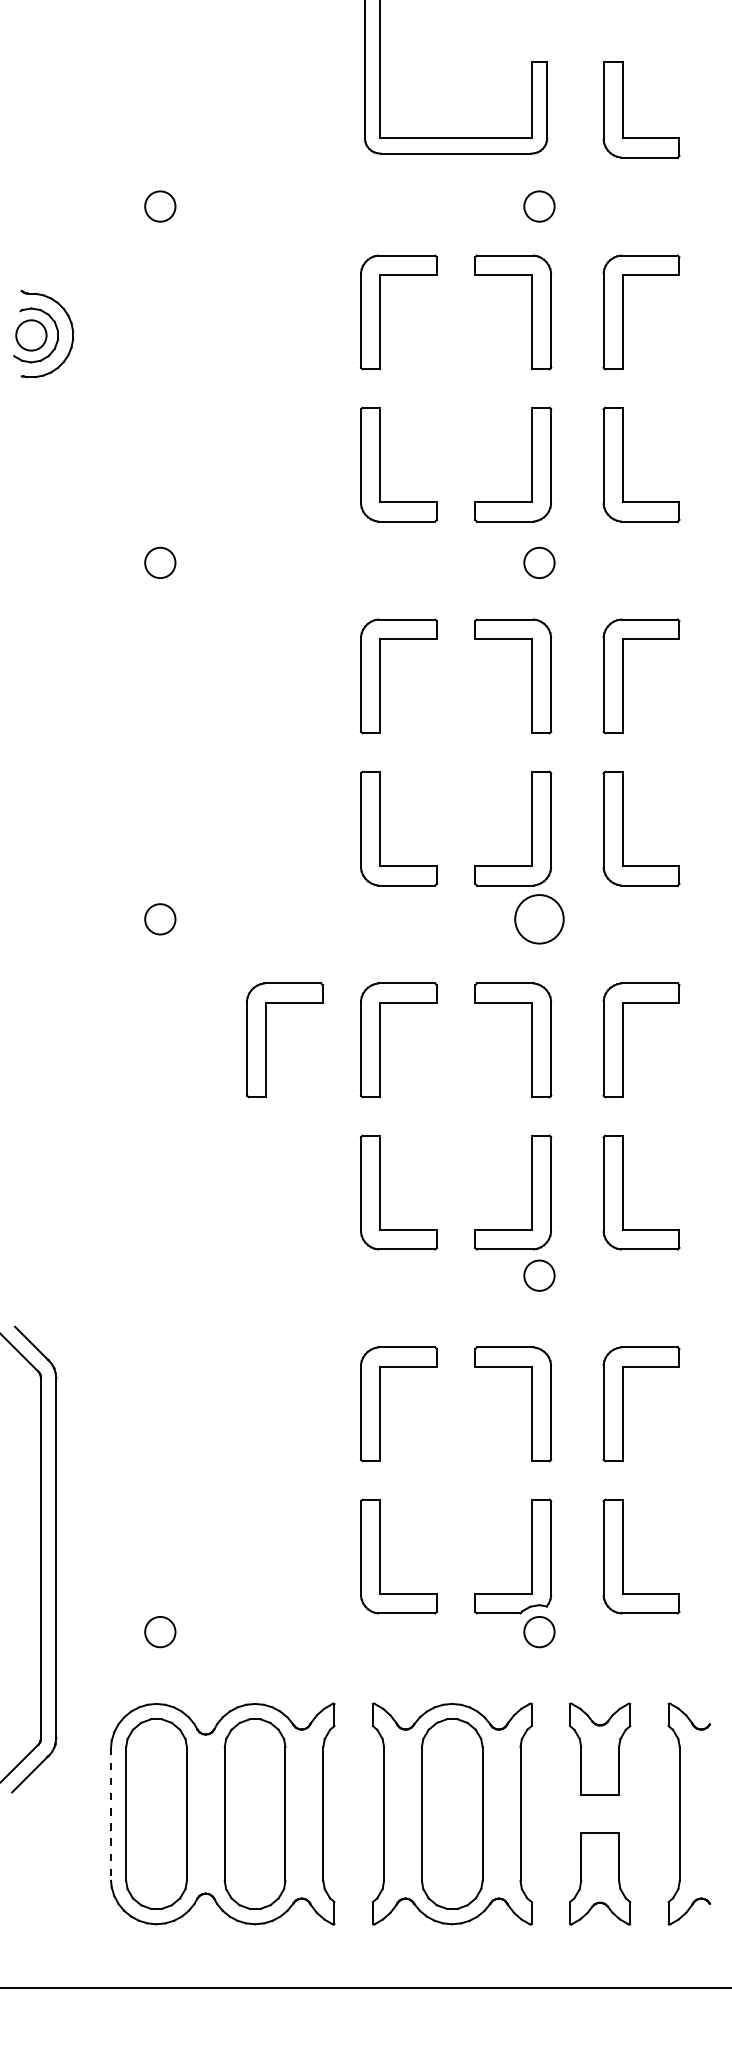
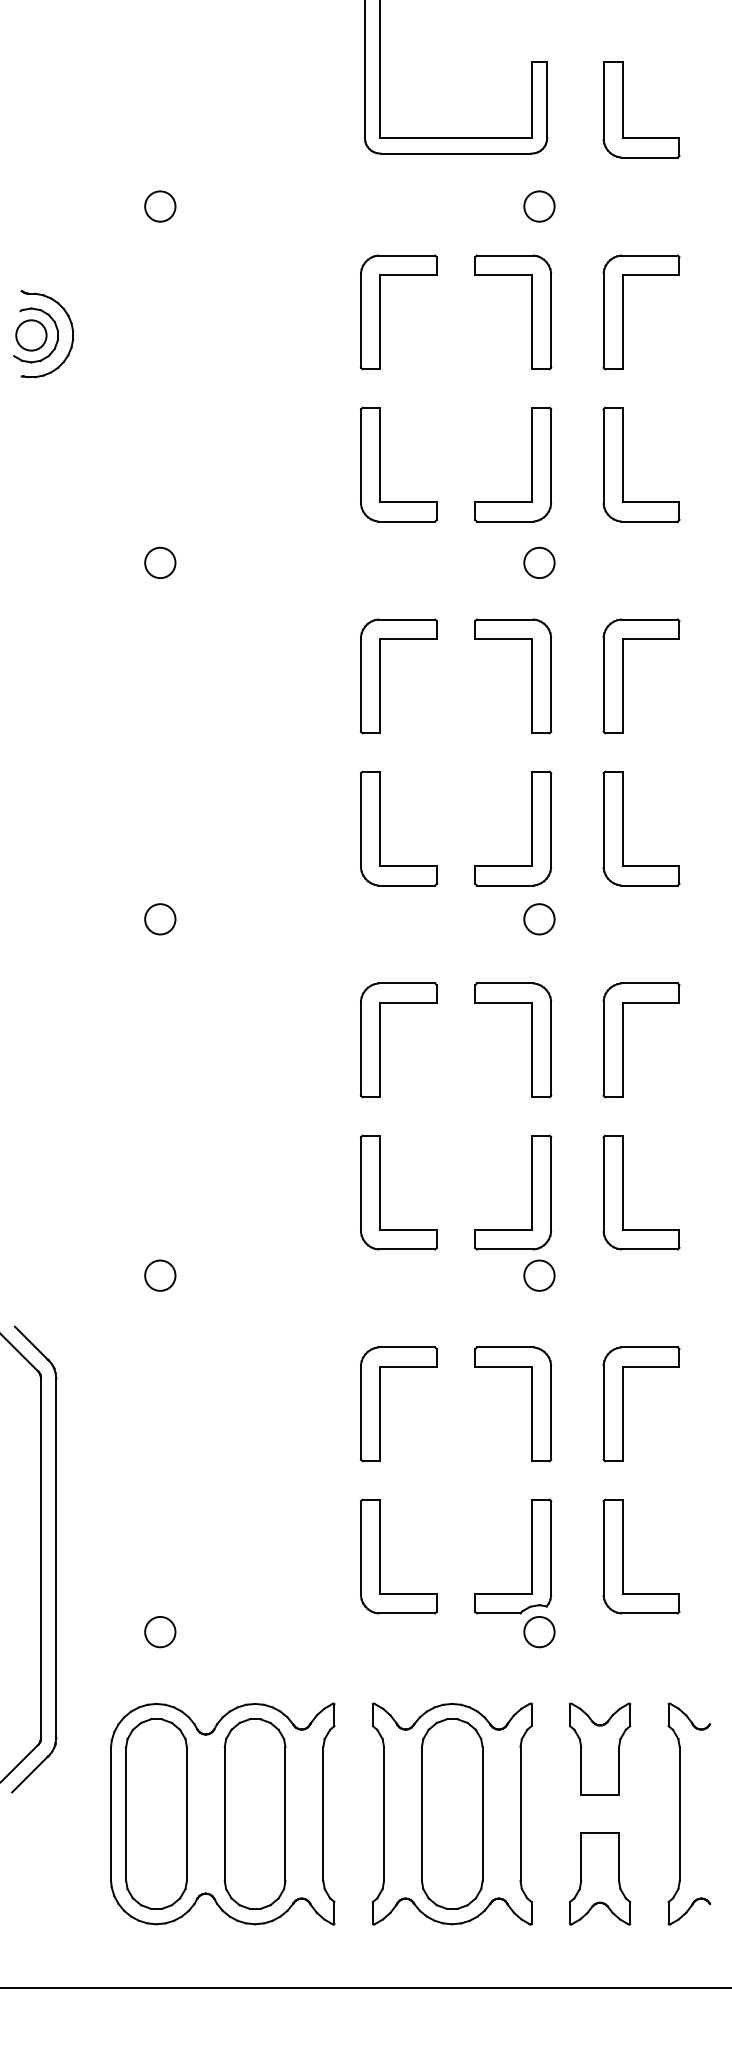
circle at (539, 919) diameter: 49 px -> 30 px
part at (266, 1040): present -> none
circle at (160, 1275): none -> present
line at (111, 1814): dashed -> solid
